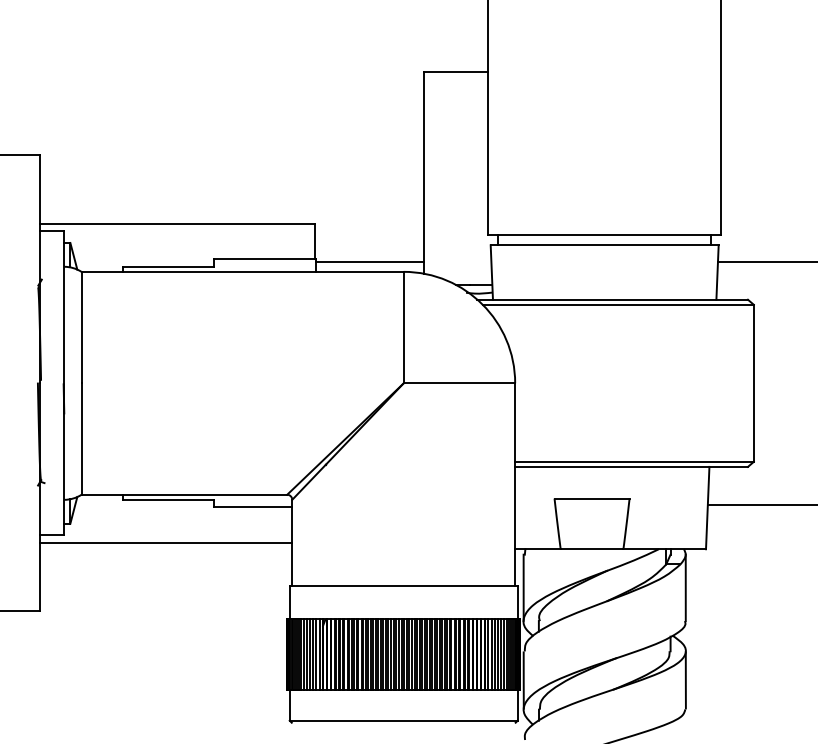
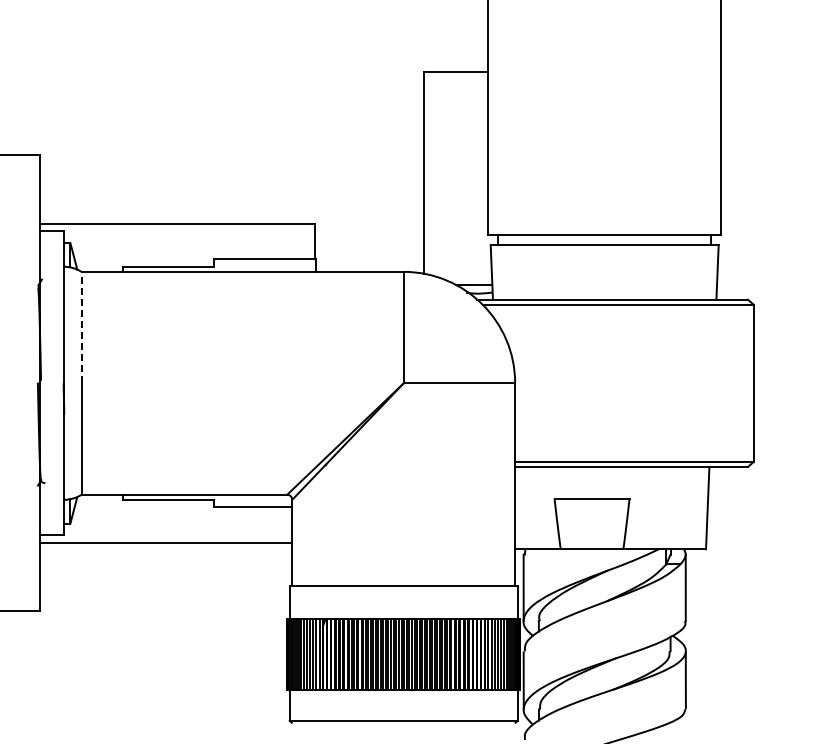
line at (369, 261): present -> none
line at (765, 261): present -> none
line at (81, 327): solid -> dashed
line at (760, 504): present -> none
